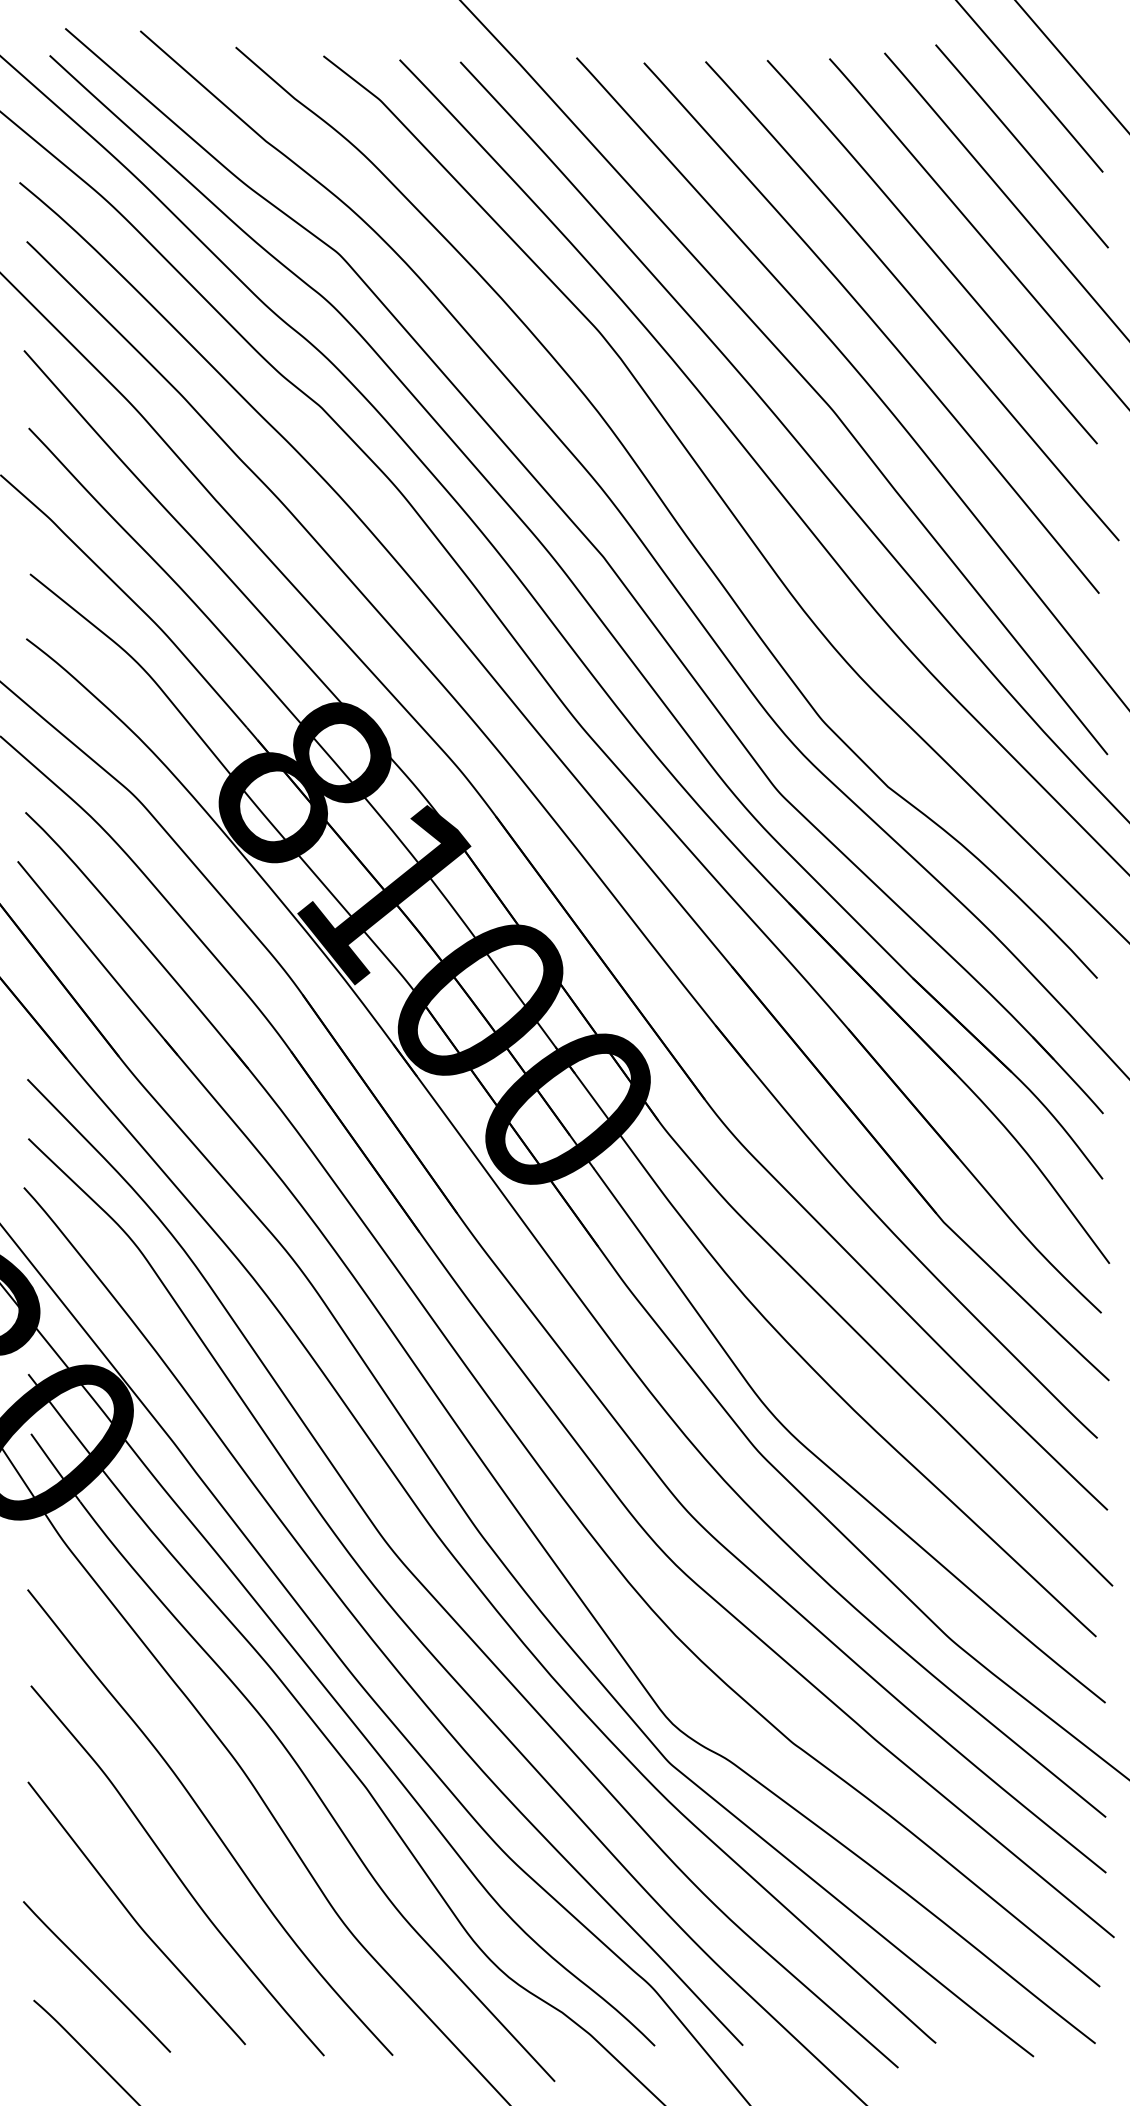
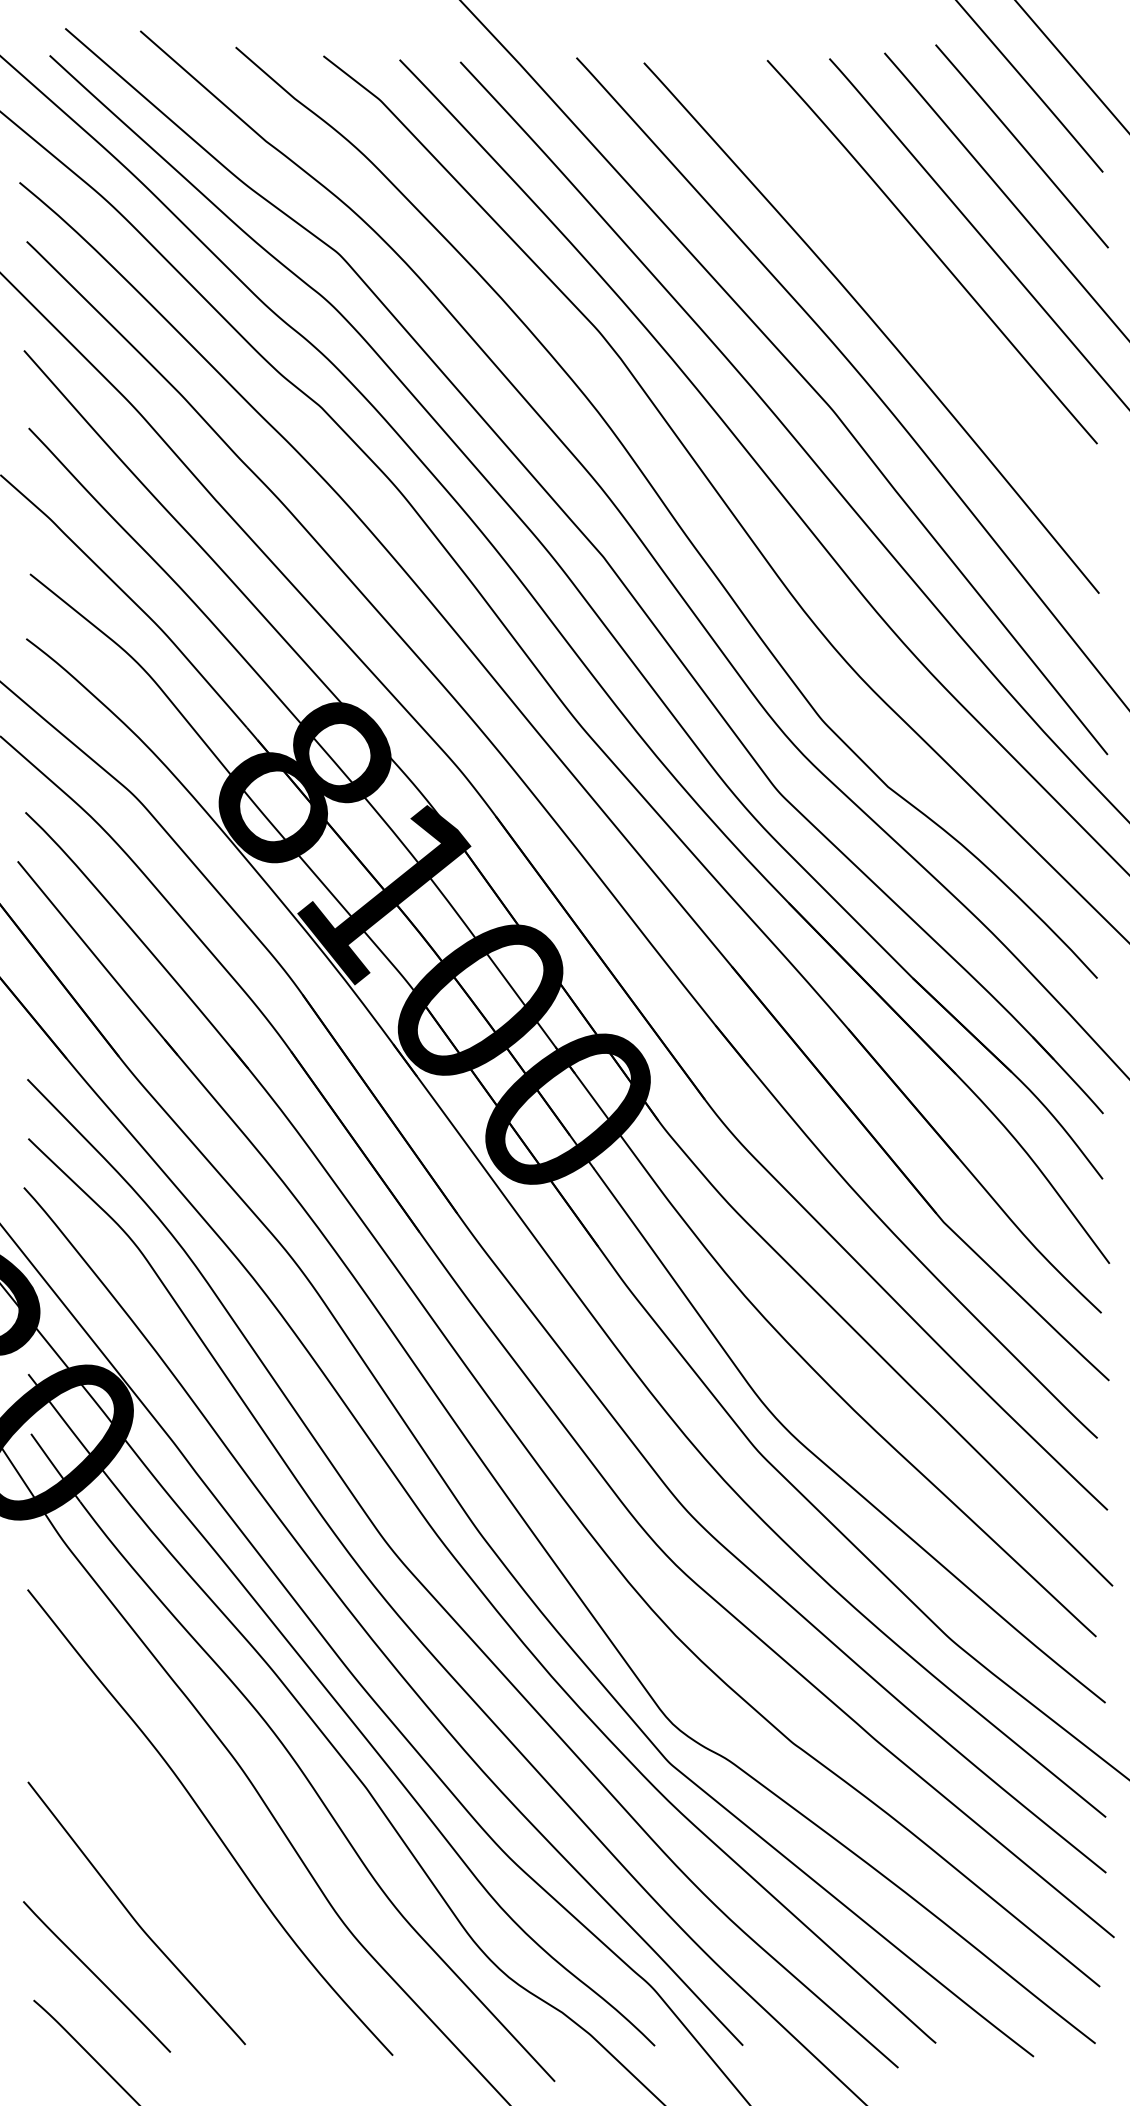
curve at (913, 300): present -> none
curve at (175, 1871): present -> none
